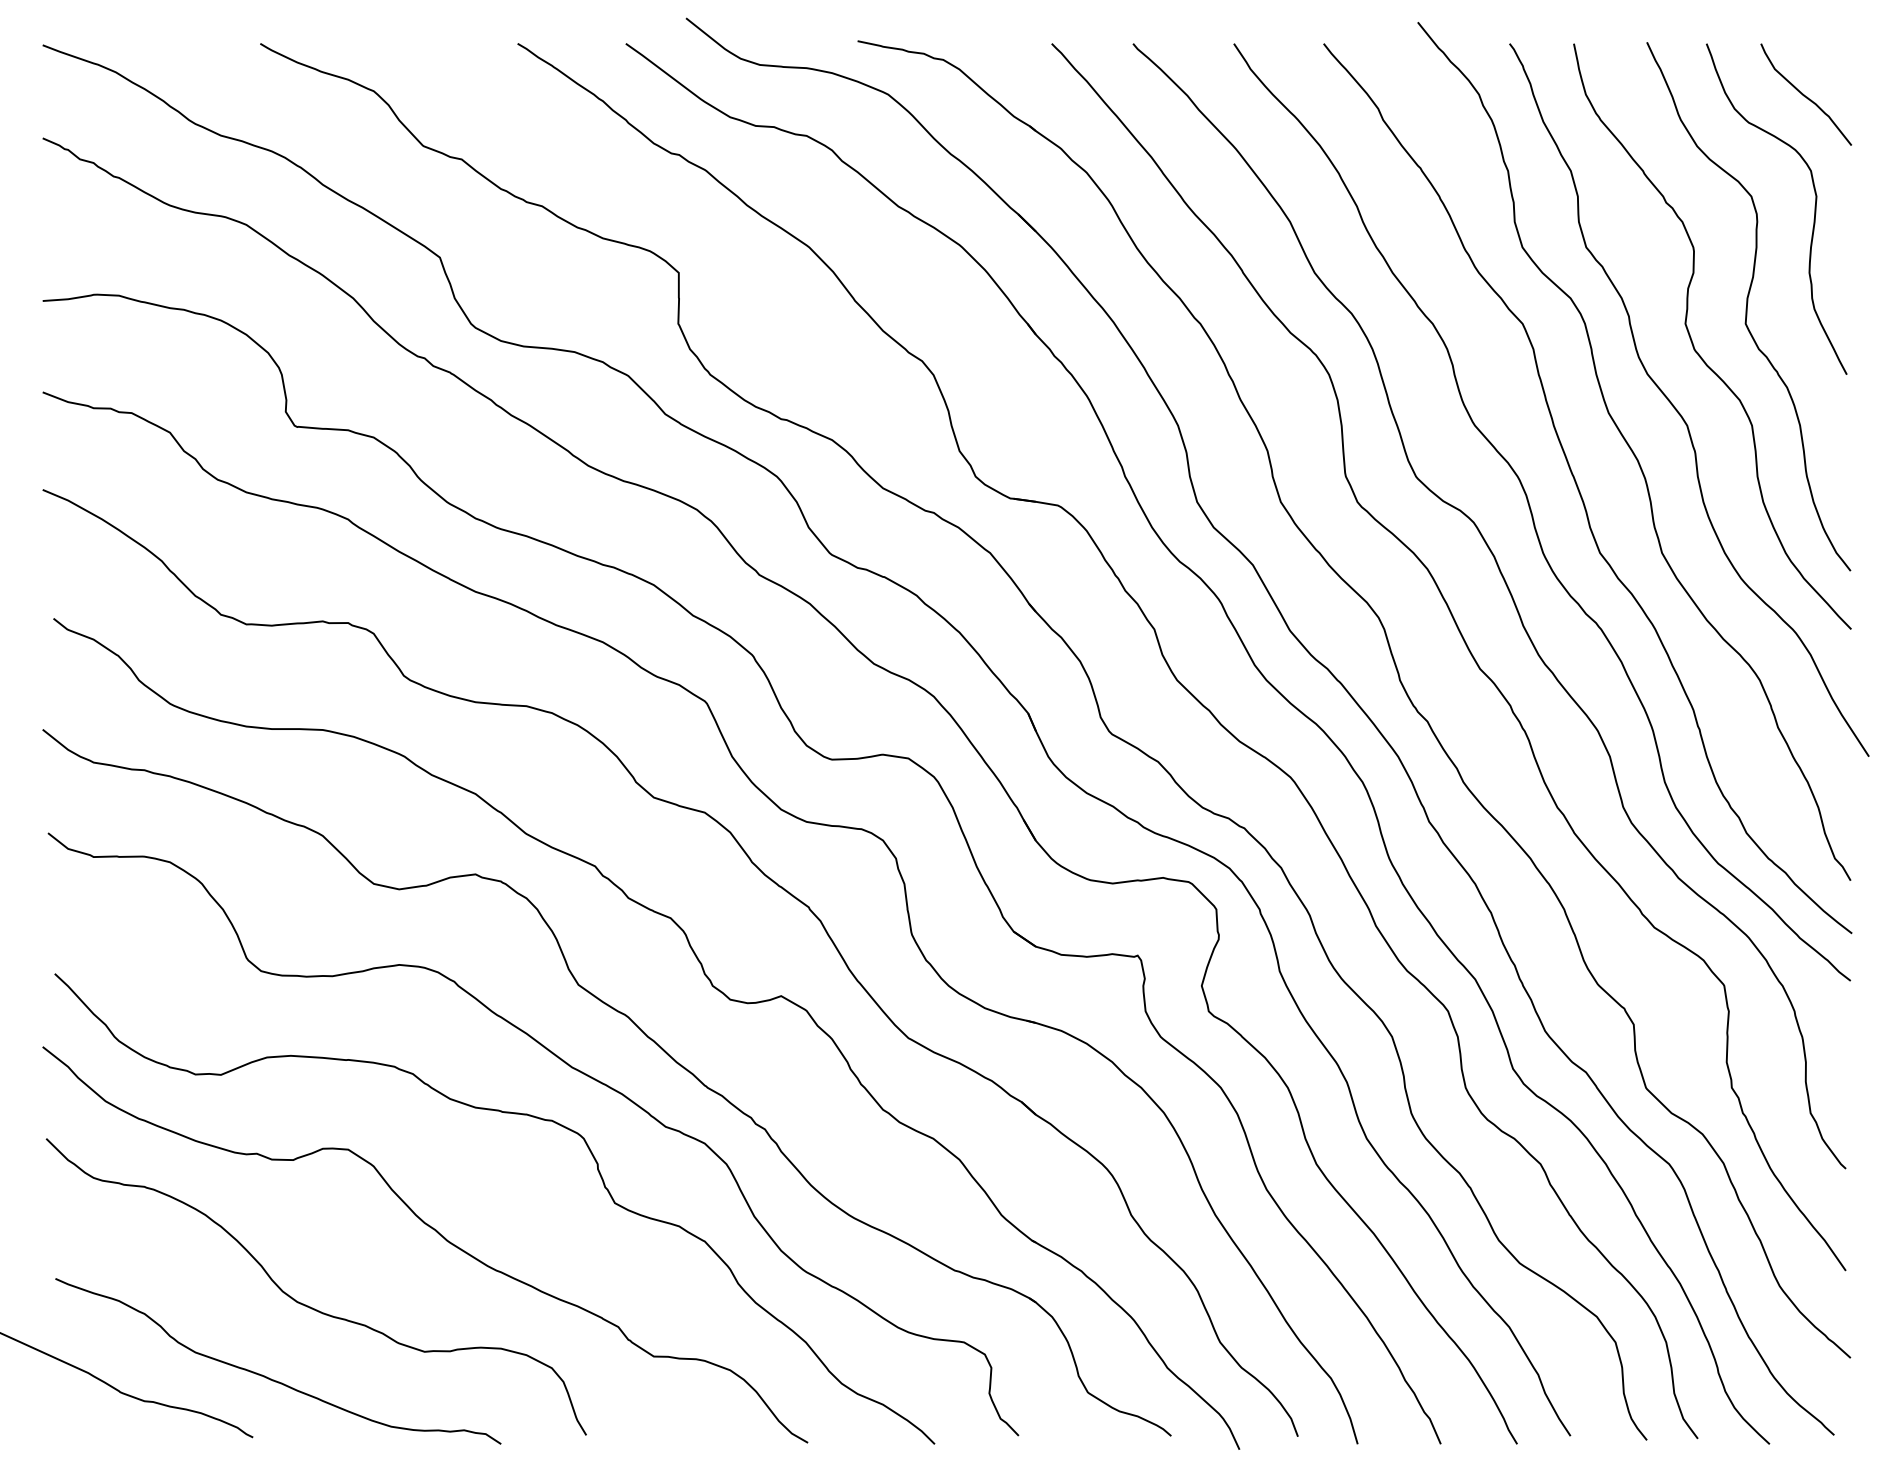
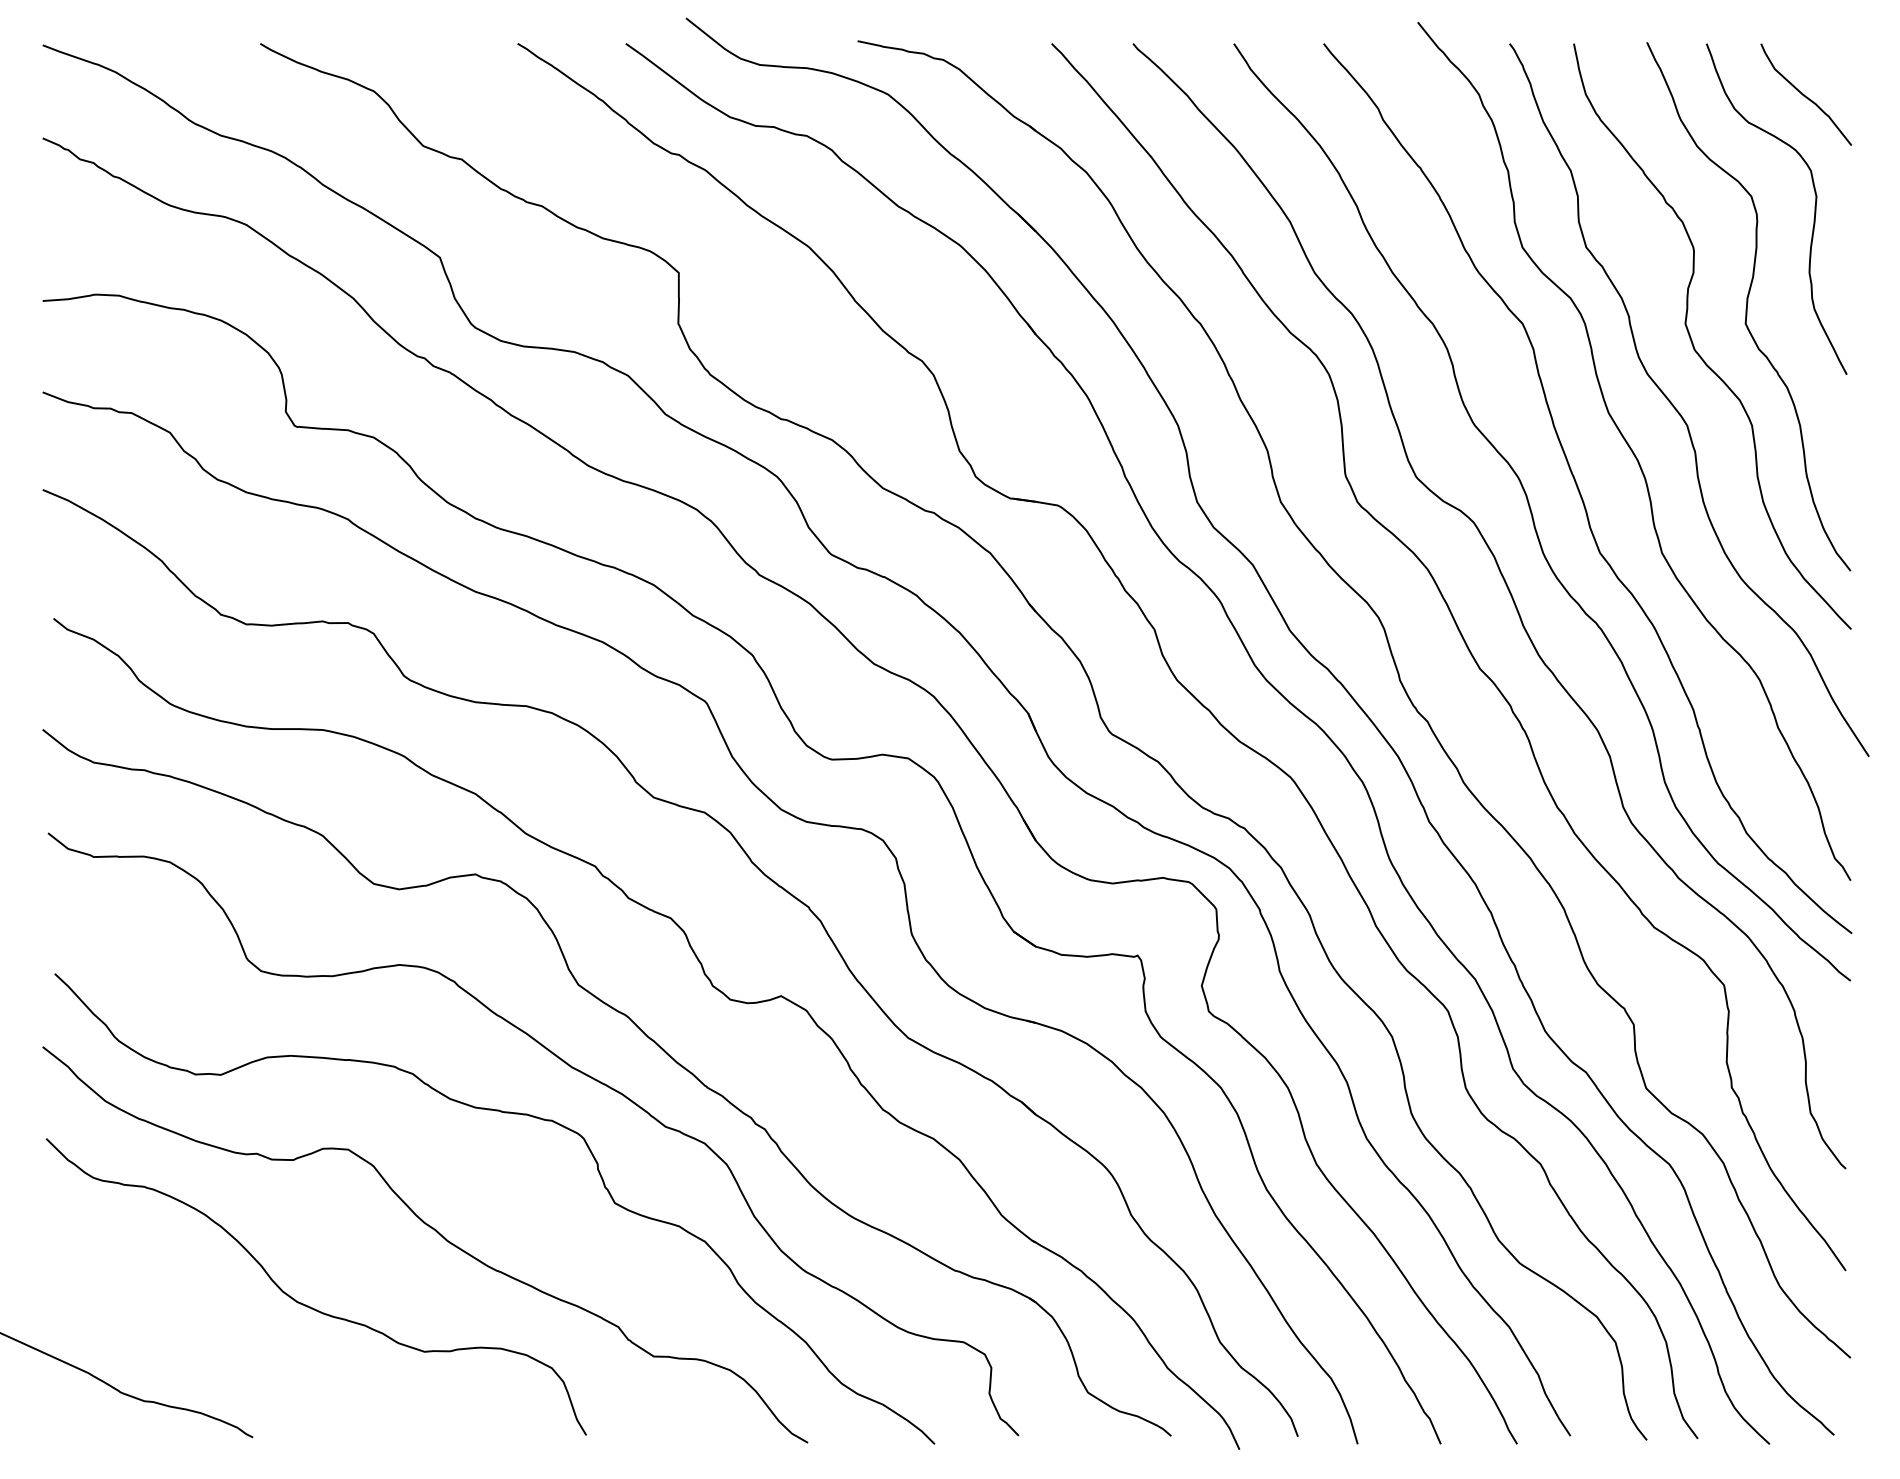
curve at (269, 1377): present -> none
